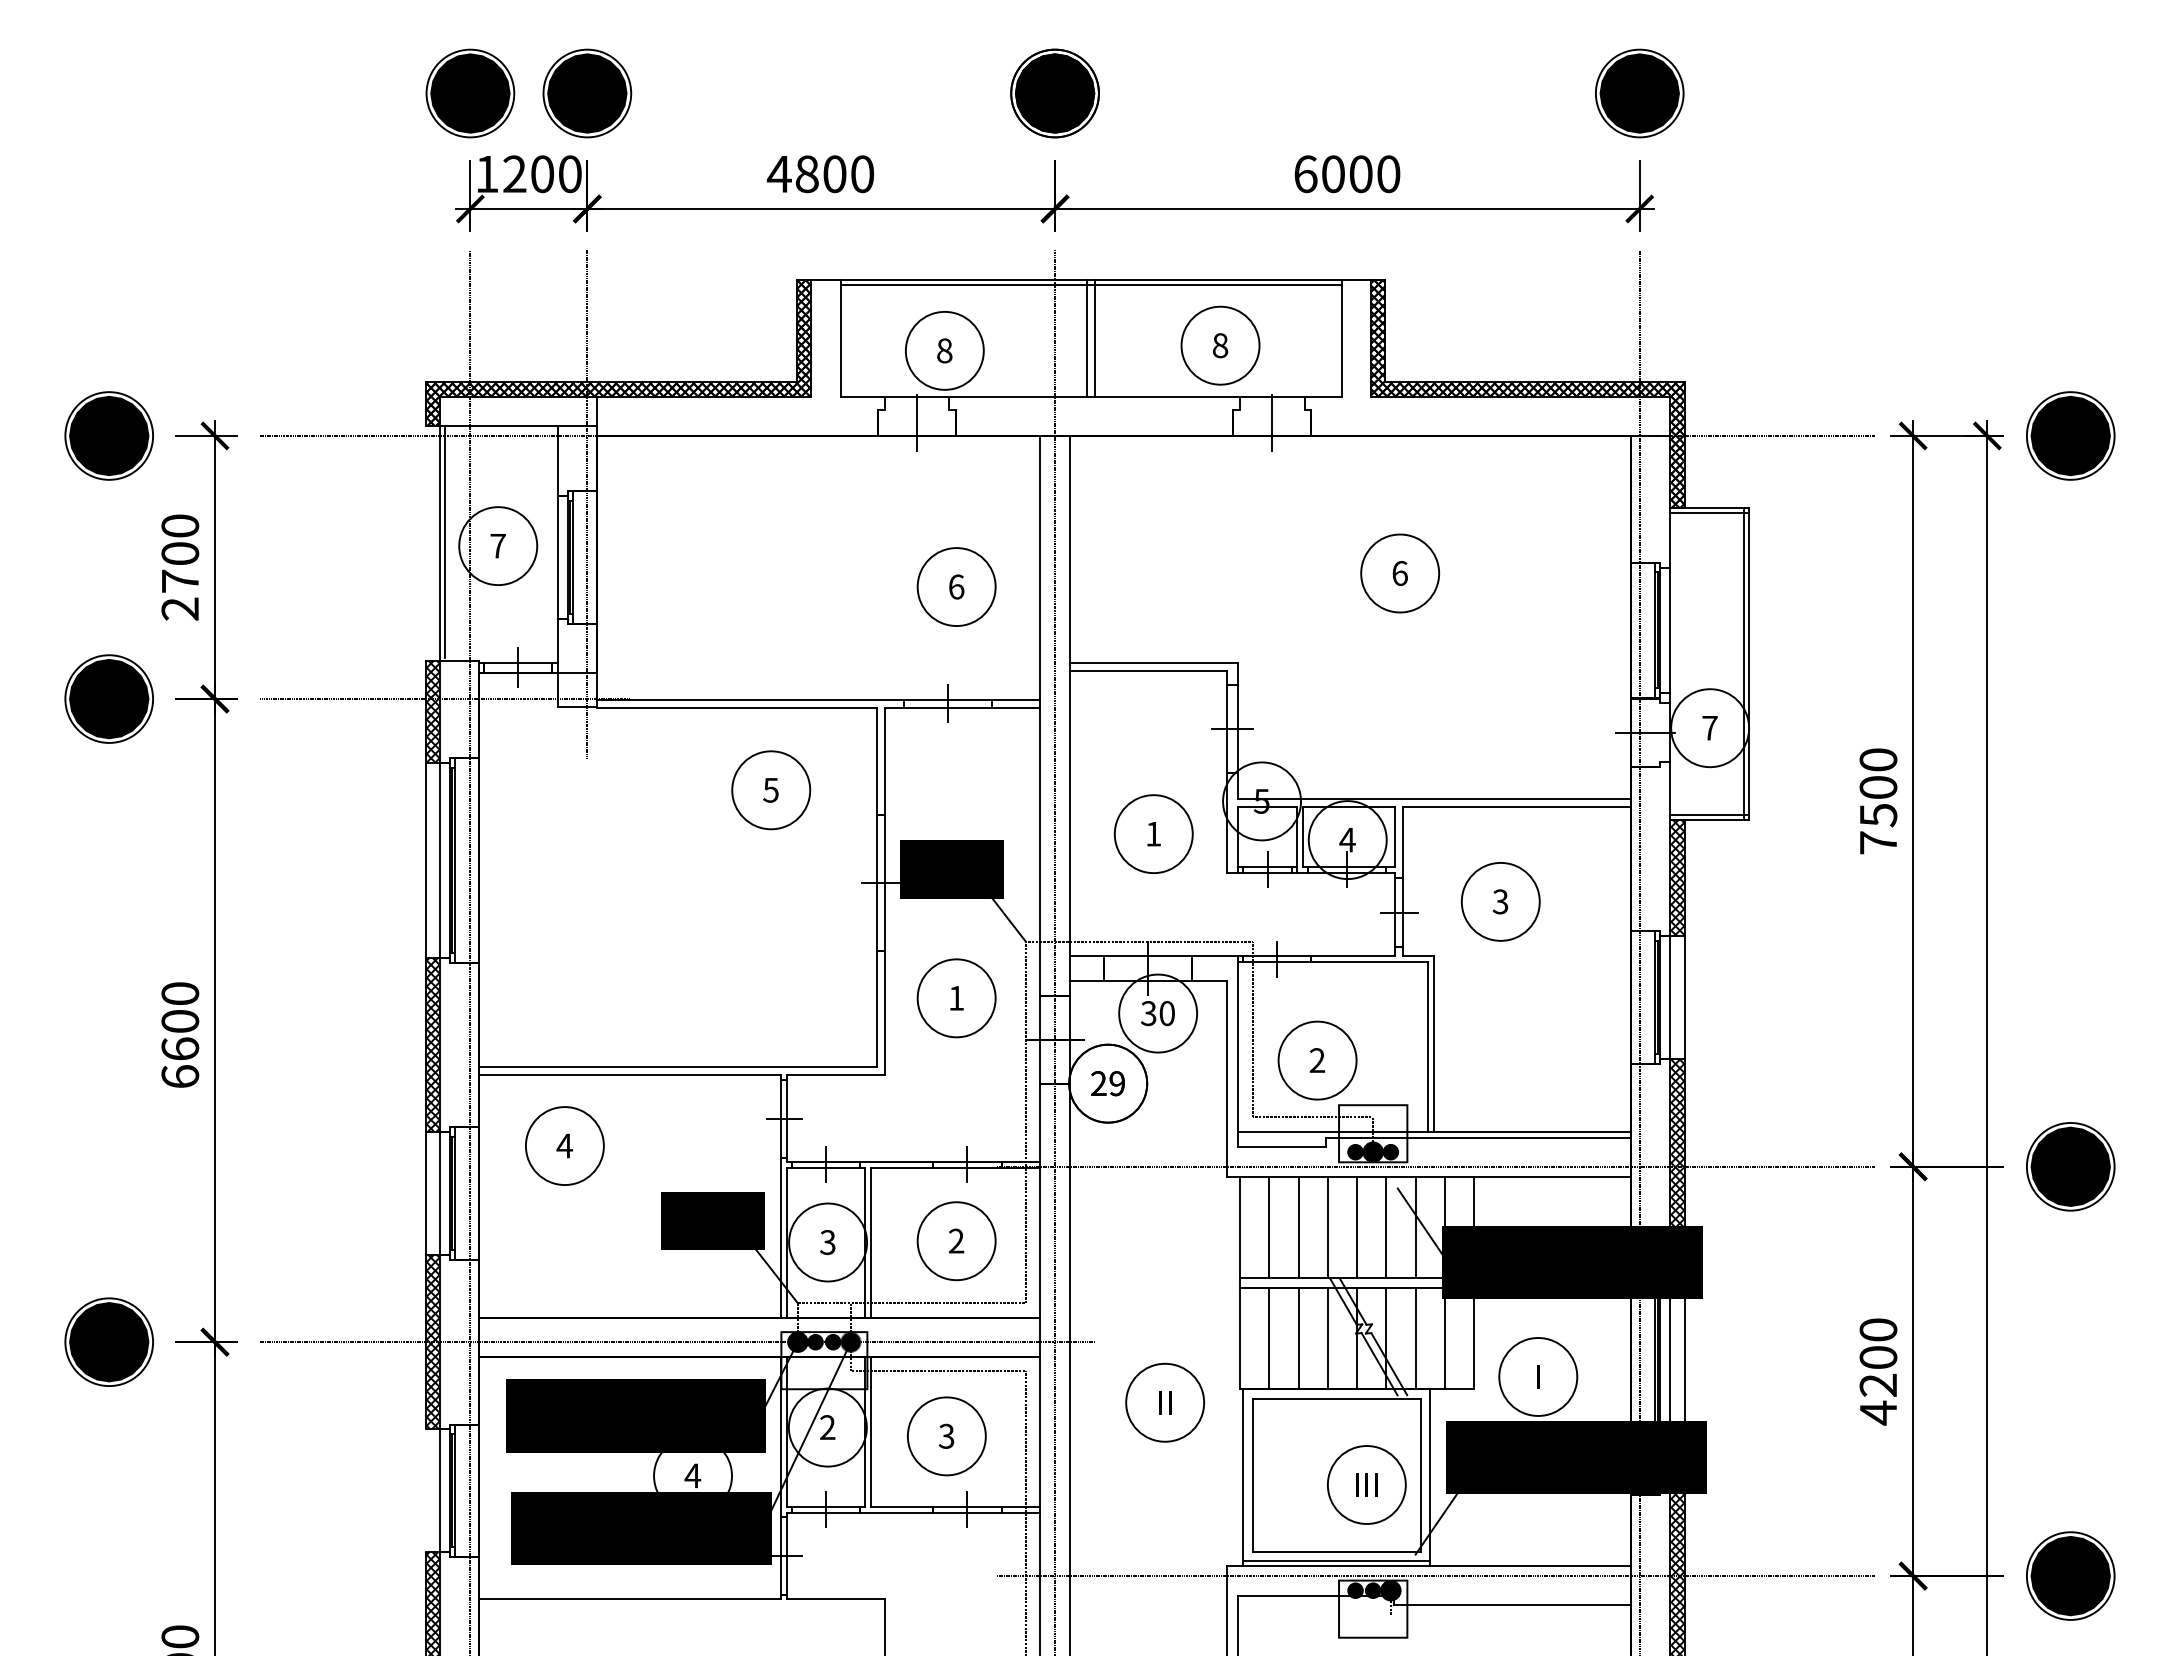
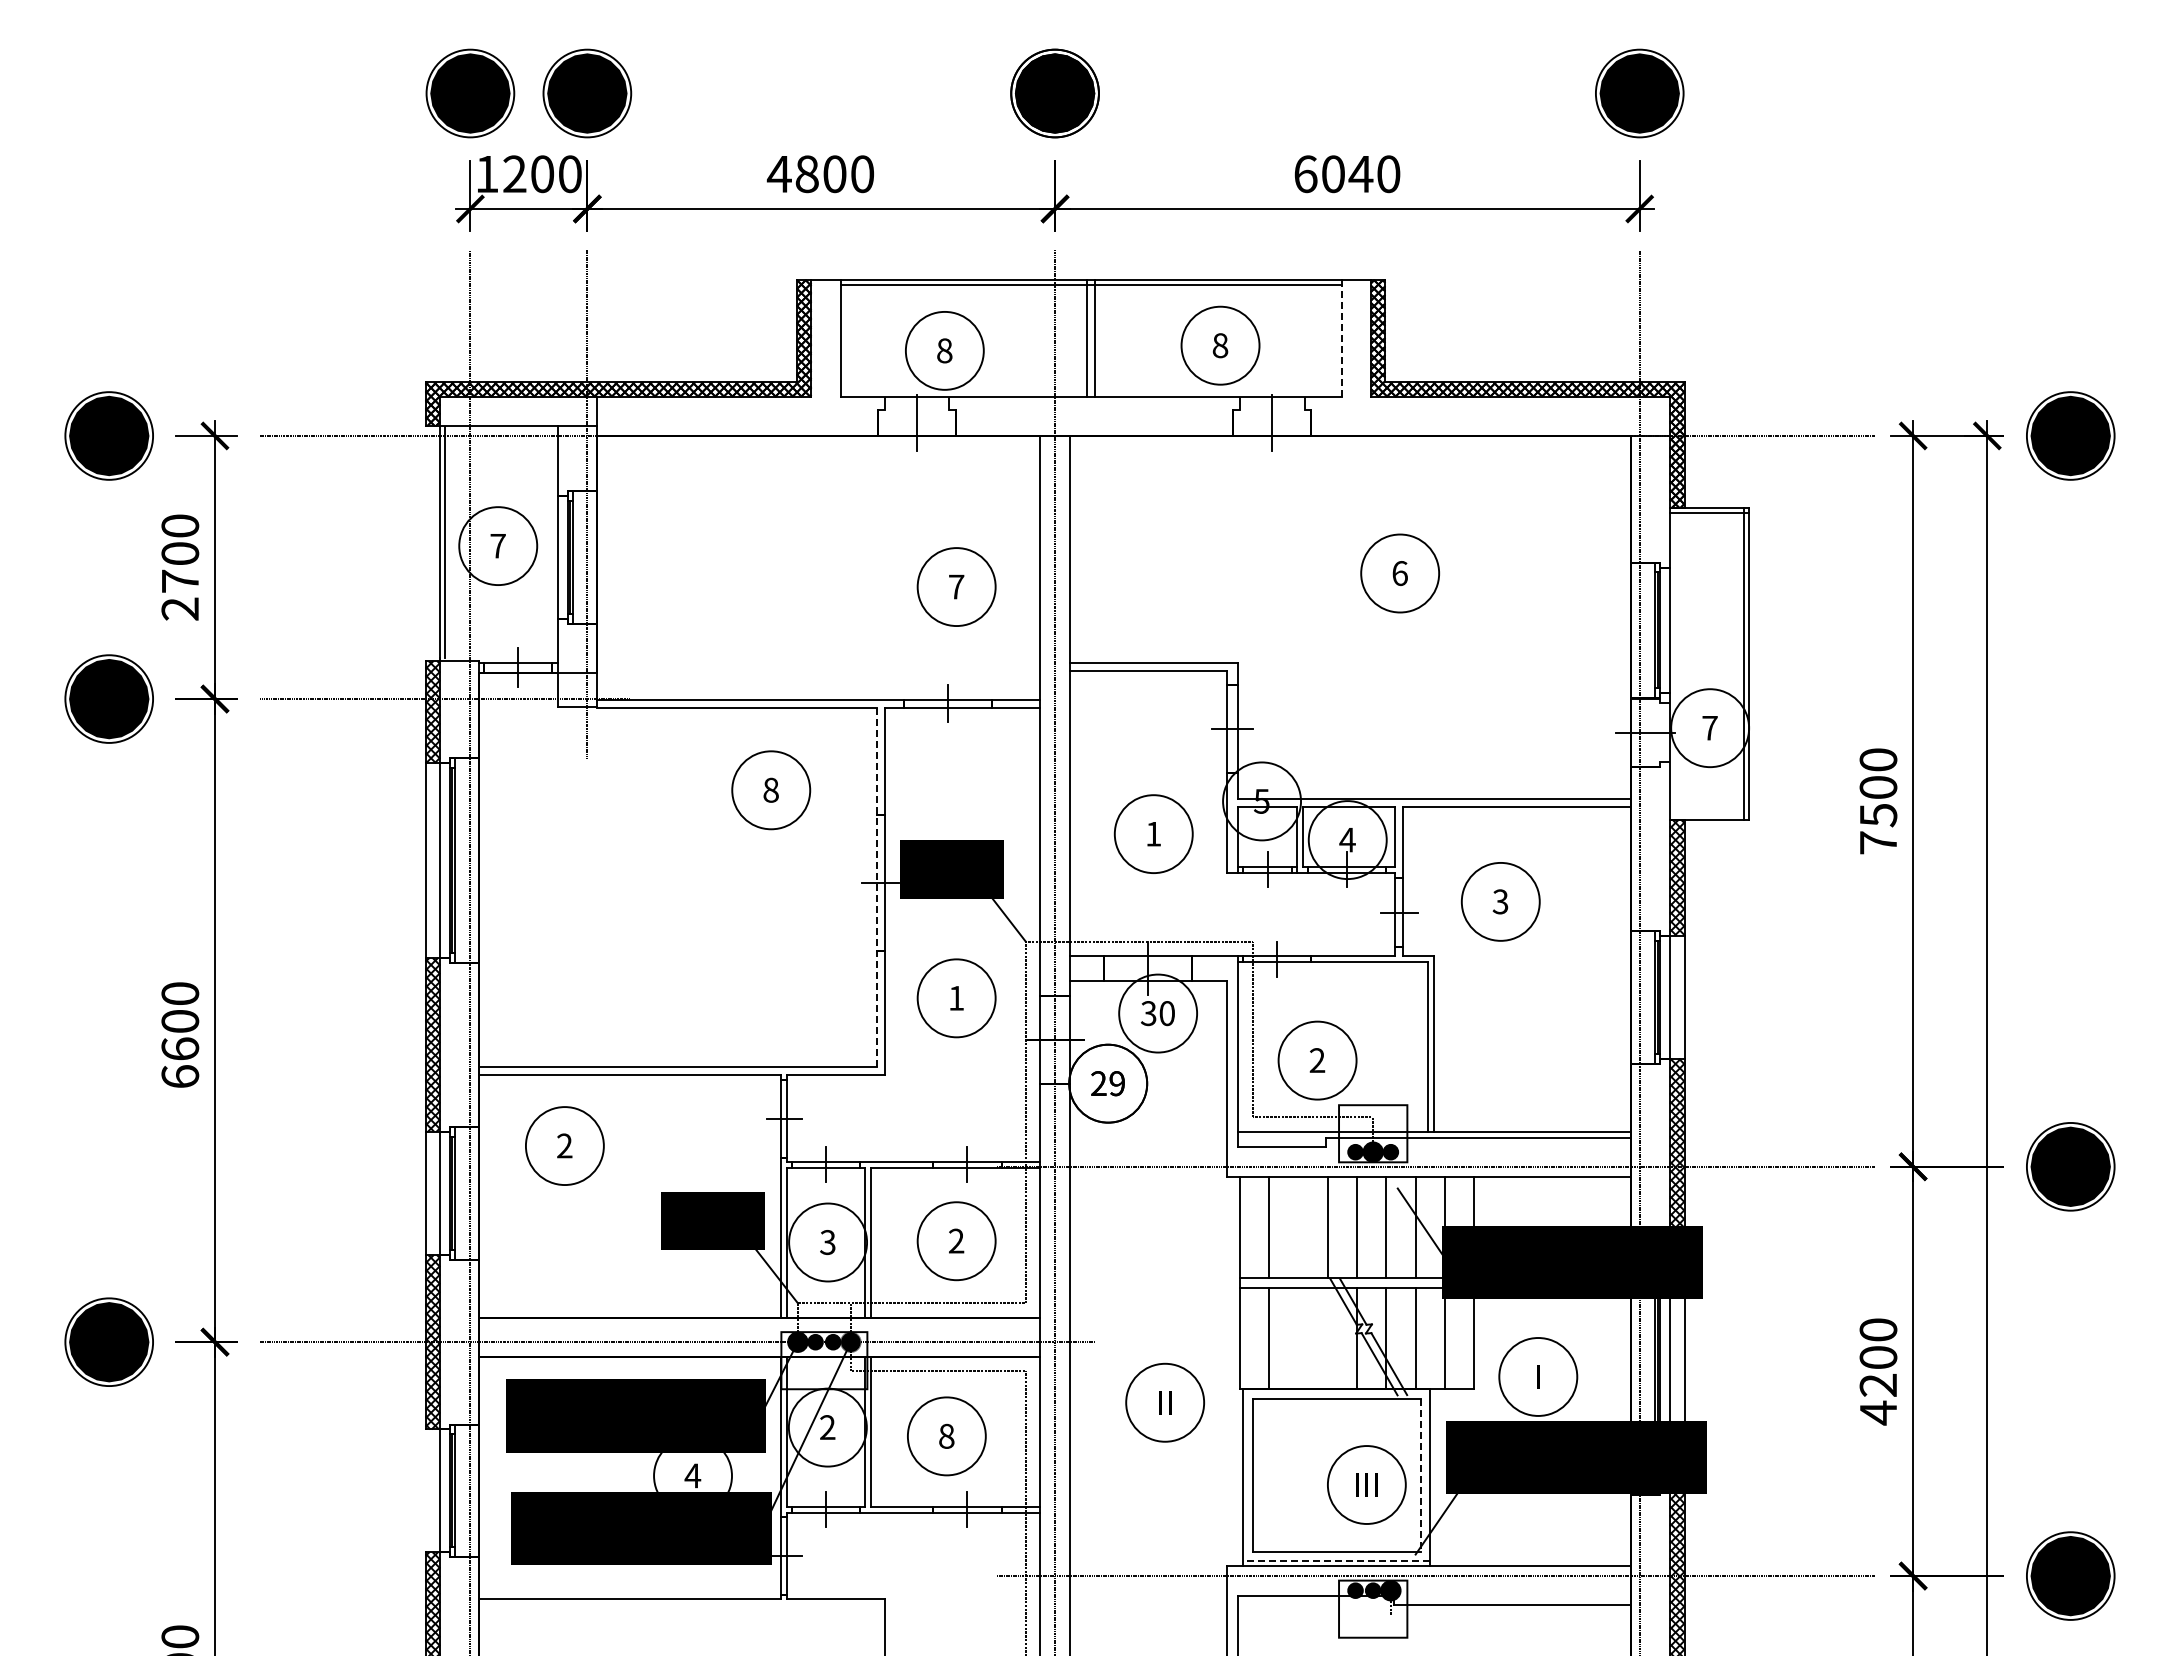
text at (1360, 174): 6000 -> 6040
line at (1341, 339): solid -> dashed
text at (956, 586): 6 -> 7
text at (770, 789): 5 -> 8
line at (1708, 815): present -> none
line at (876, 887): solid -> dashed
text at (564, 1145): 4 -> 2
line at (1298, 1226): present -> none
line at (1298, 1338): present -> none
line at (1327, 1338): present -> none
text at (946, 1435): 3 -> 8
line at (1420, 1475): solid -> dashed
line at (1336, 1561): solid -> dashed
